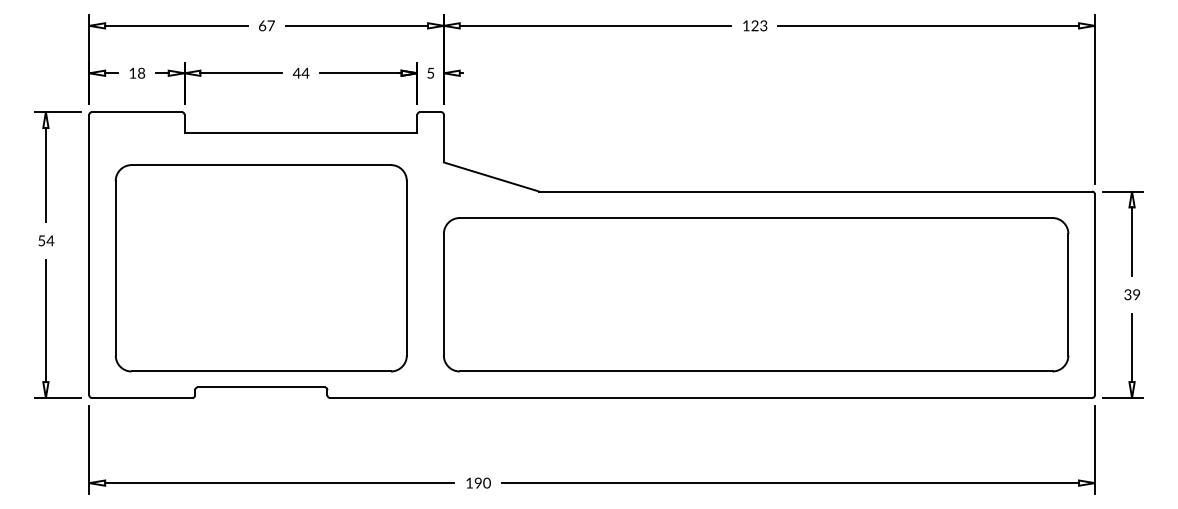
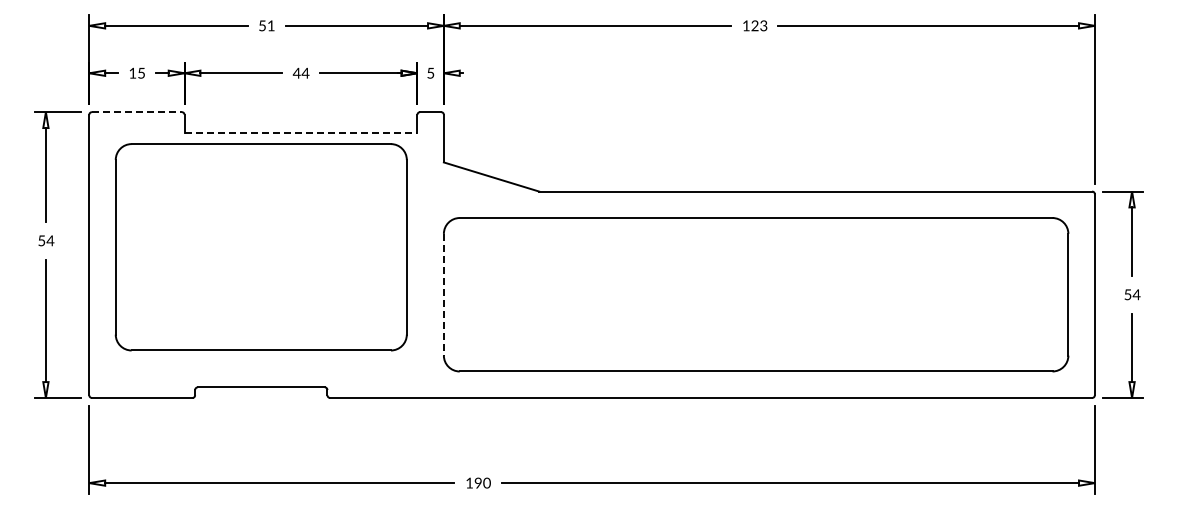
text at (266, 25): 67 -> 51
text at (141, 72): 18 -> 15
line at (136, 112): solid -> dashed
line at (301, 133): solid -> dashed
part at (260, 268) position: (260, 268) -> (260, 247)
line at (443, 294): solid -> dashed
text at (1132, 294): 39 -> 54
